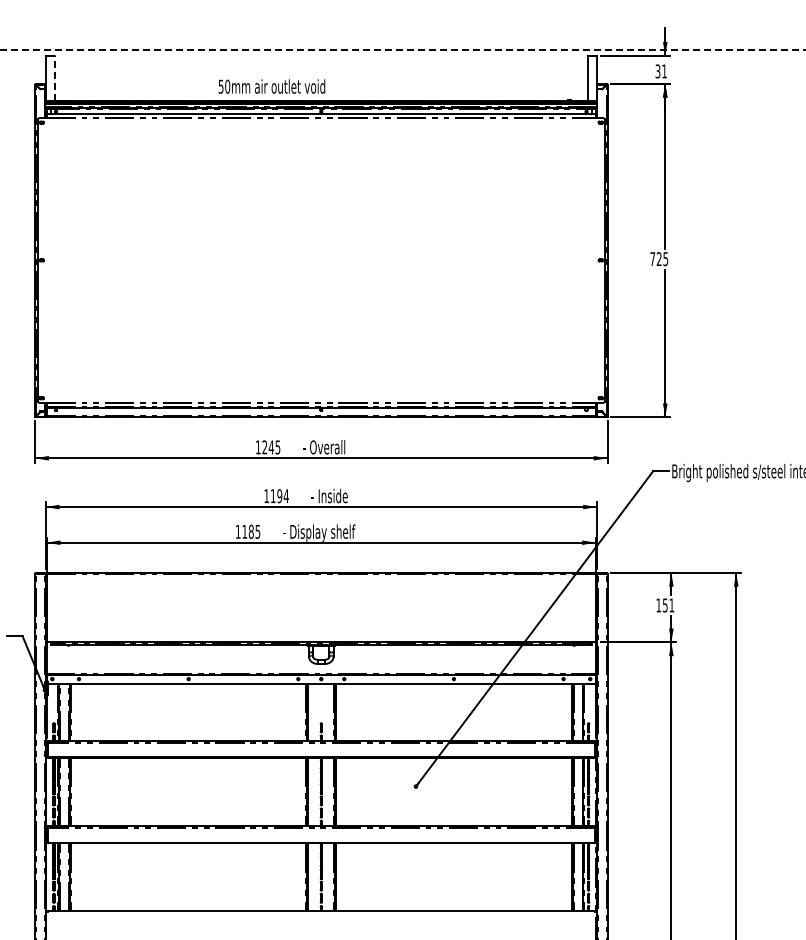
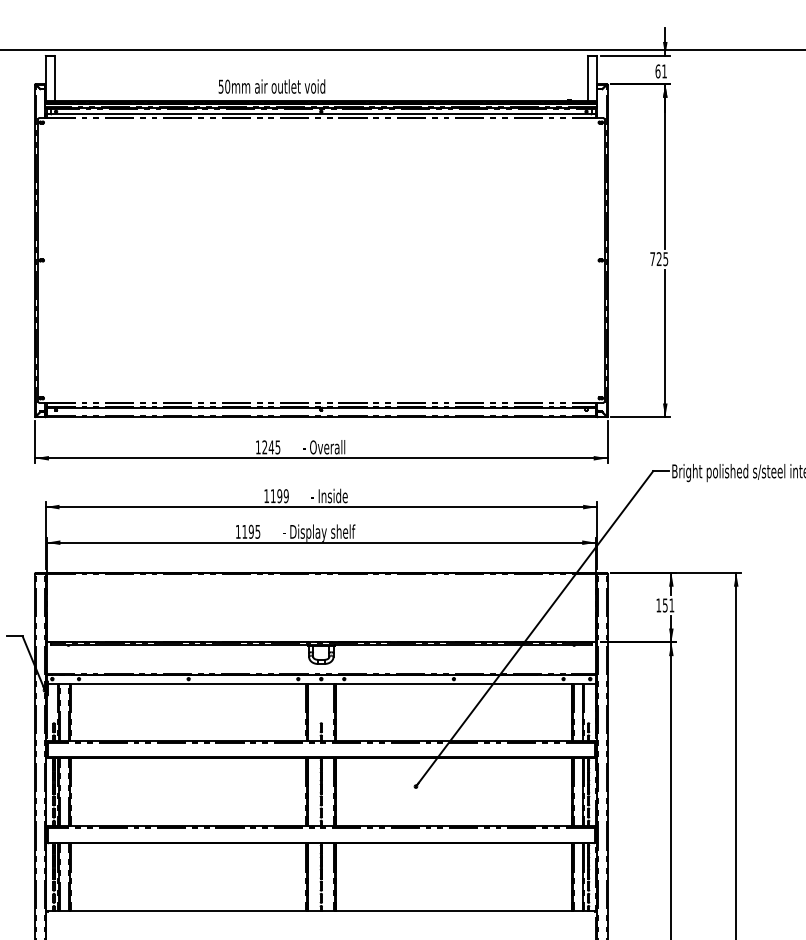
line at (403, 50): dashed -> solid
text at (657, 71): 31 -> 61
line at (54, 78): dashed -> solid
text at (285, 496): 1194 -> 1199
text at (250, 531): 1185 -> 1195
